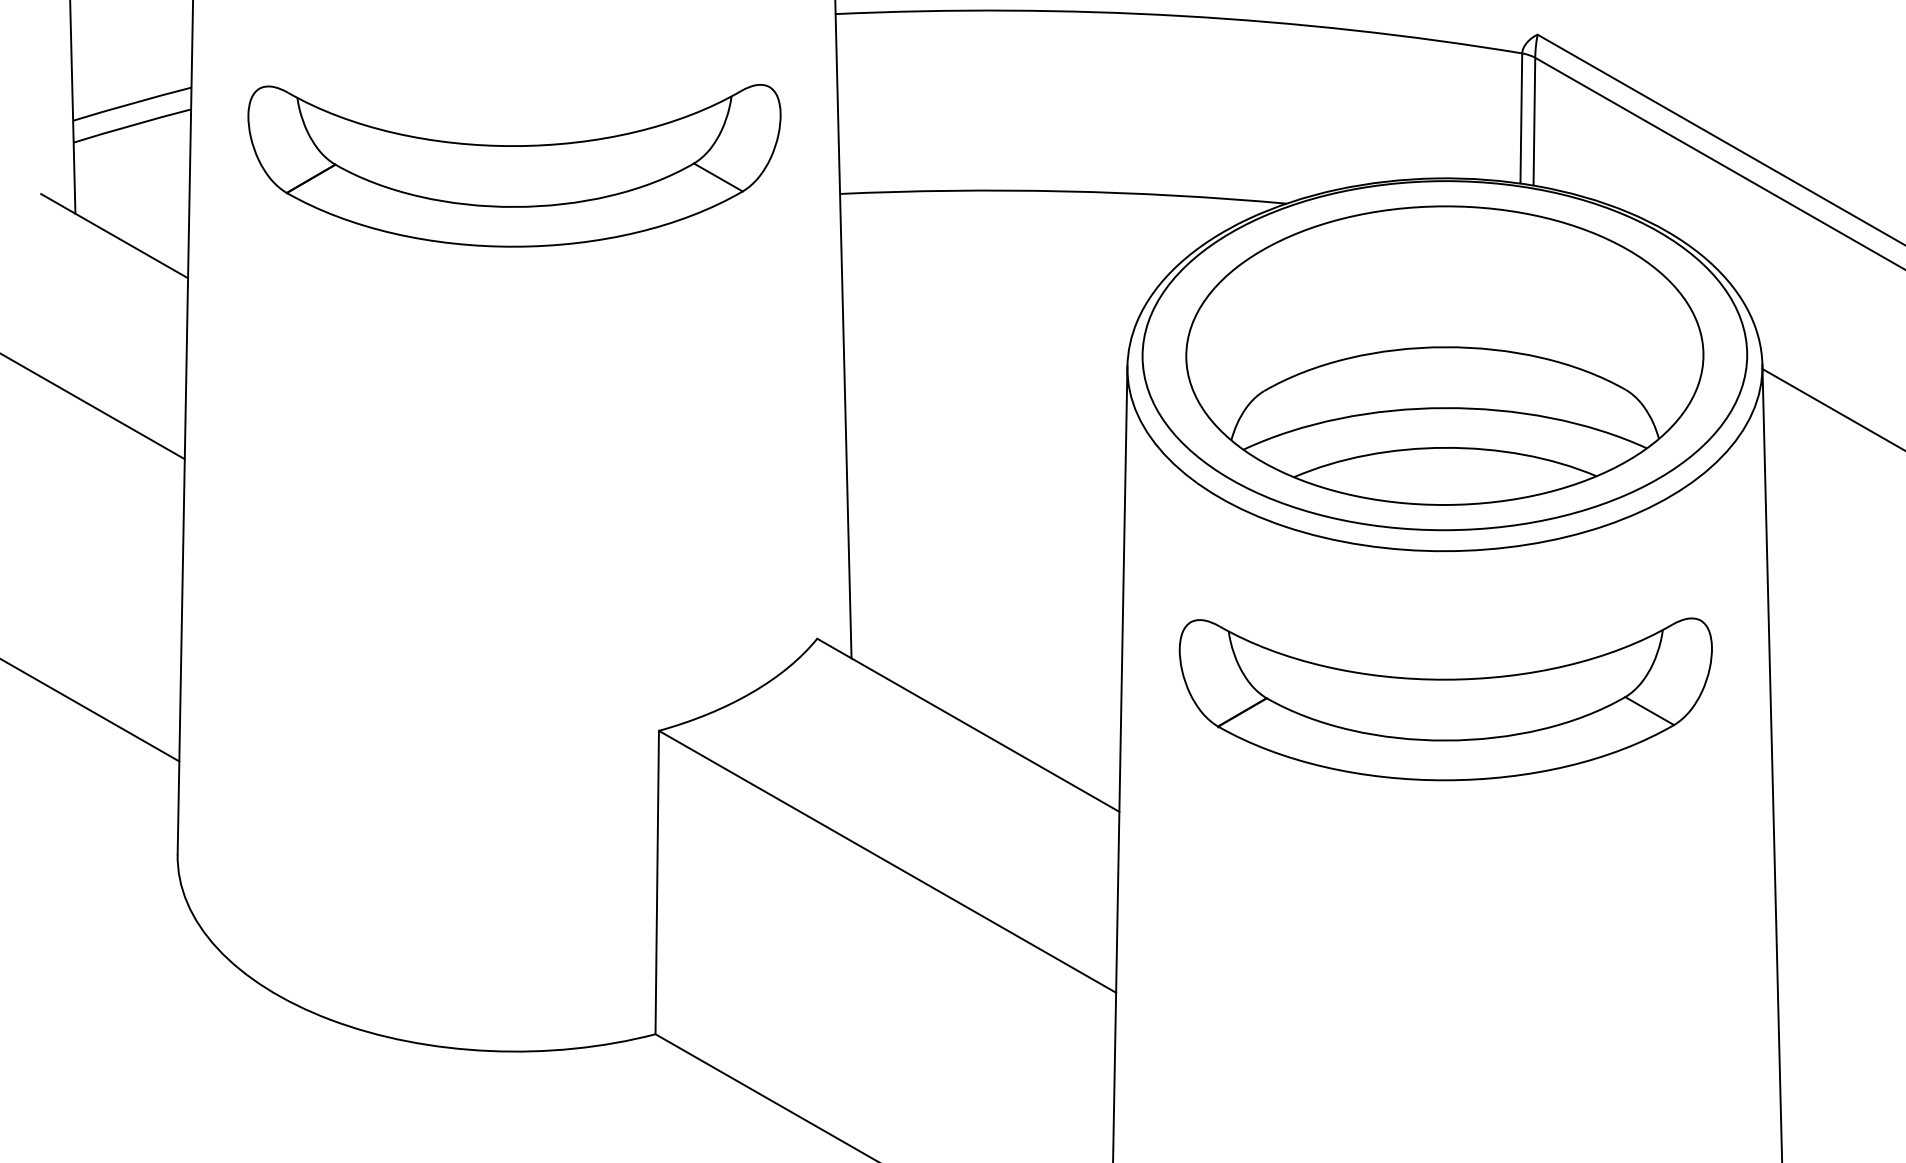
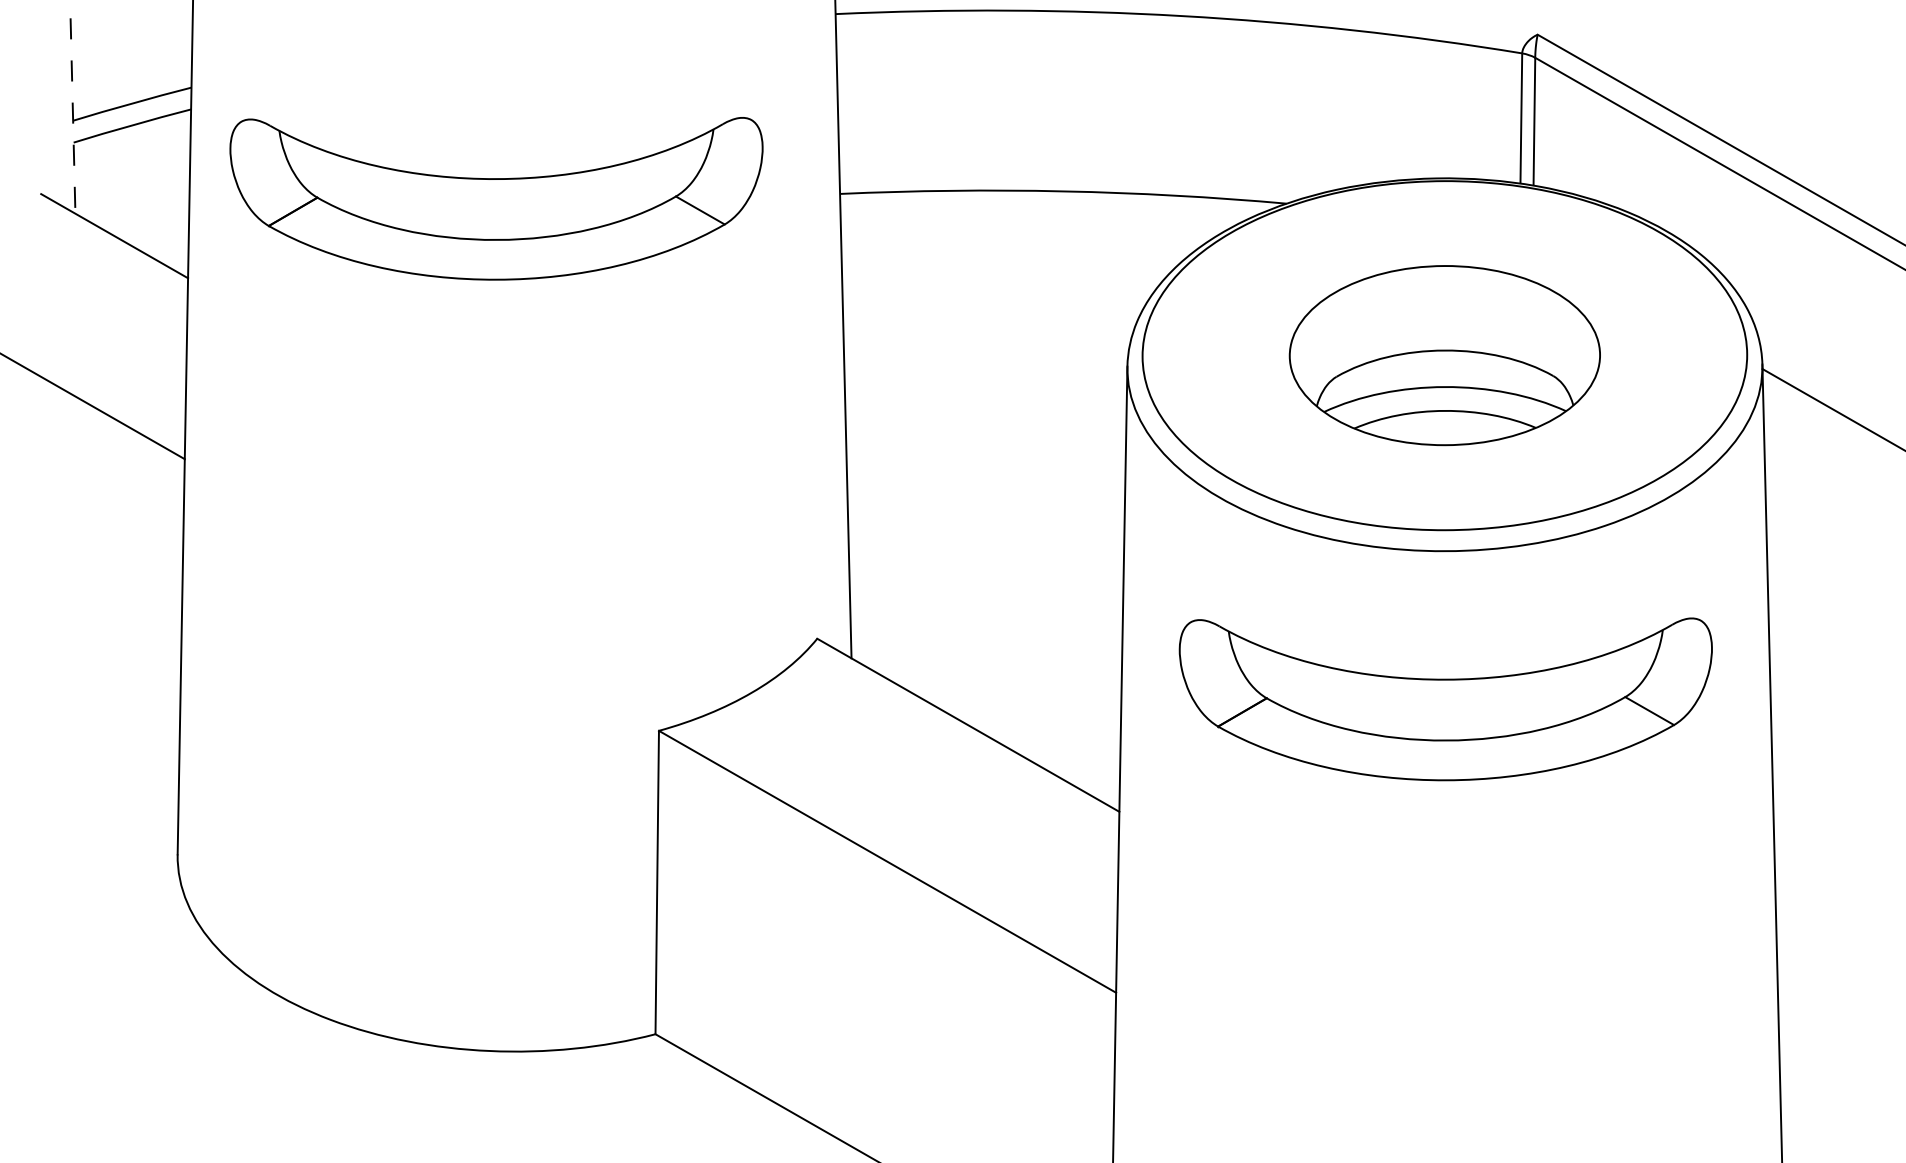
line at (72, 107): solid -> dashed
part at (514, 165) position: (514, 165) -> (496, 198)
part at (1444, 355) size: 520x301 px -> 313x182 px
line at (90, 710): present -> none
